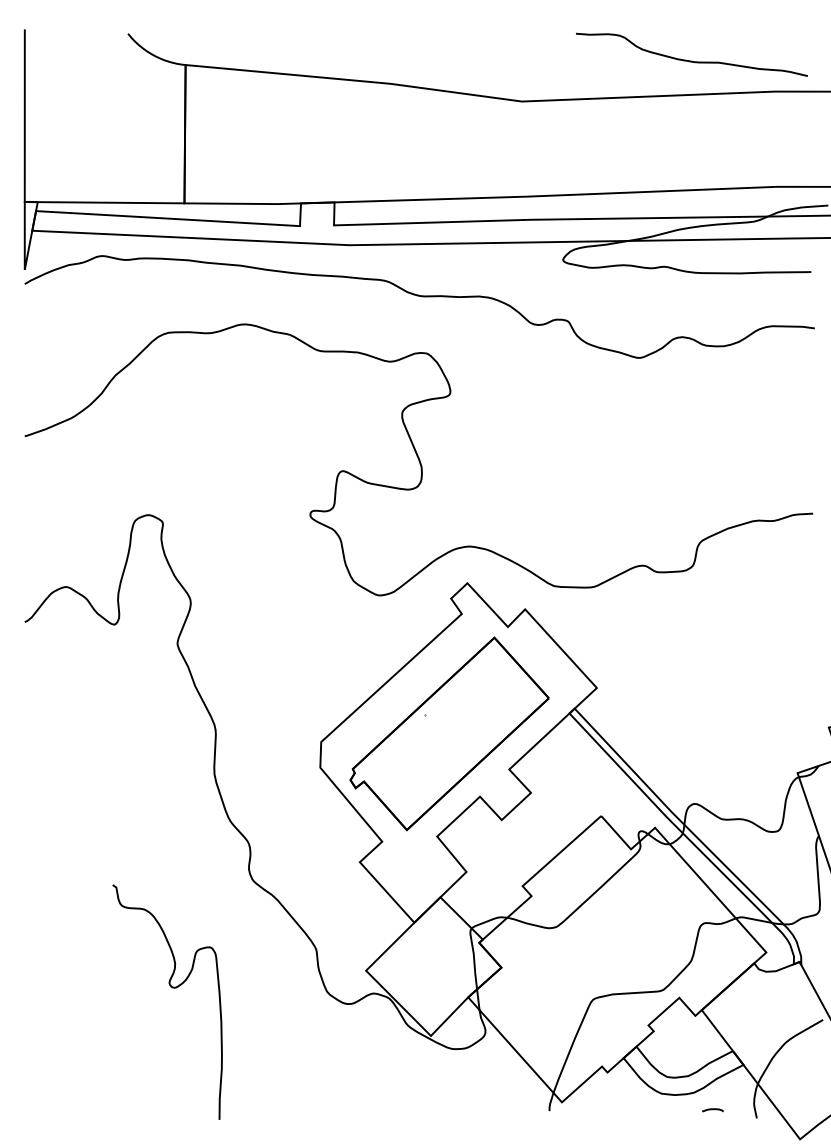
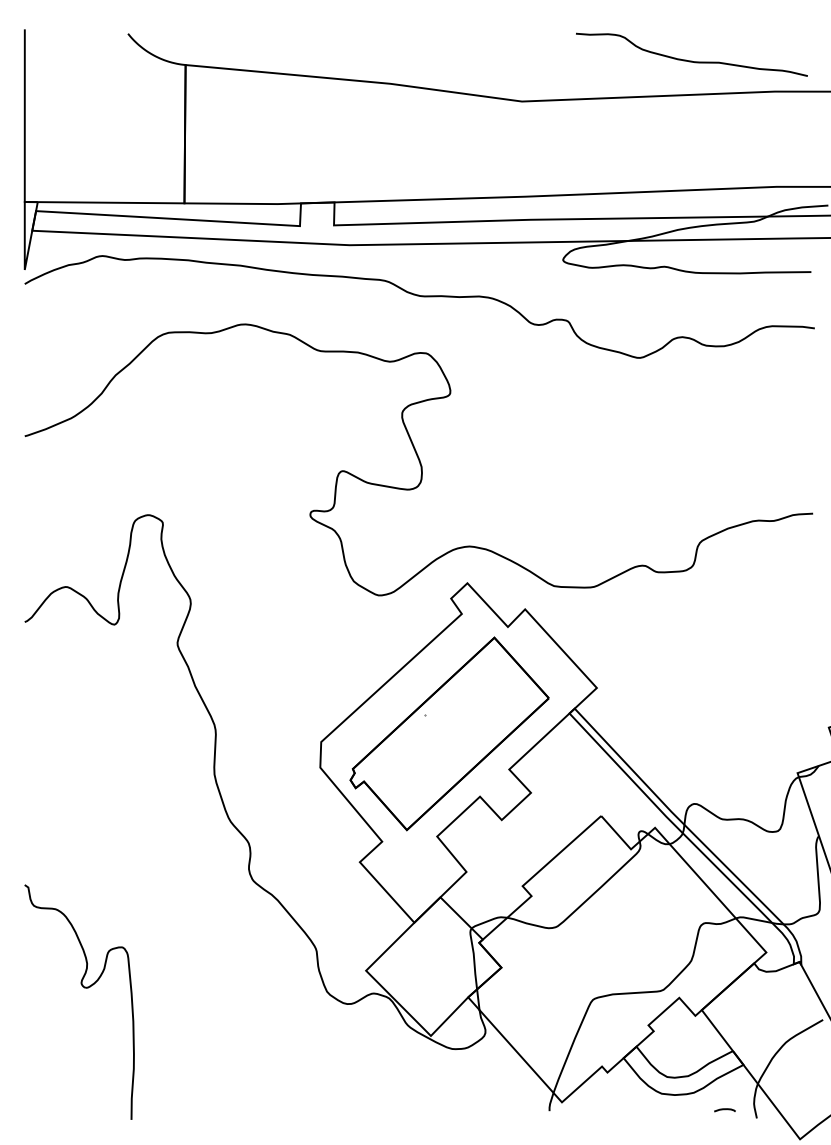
part at (172, 988) position: (172, 988) -> (84, 988)
curve at (712, 1110) position: (712, 1110) -> (724, 1110)
